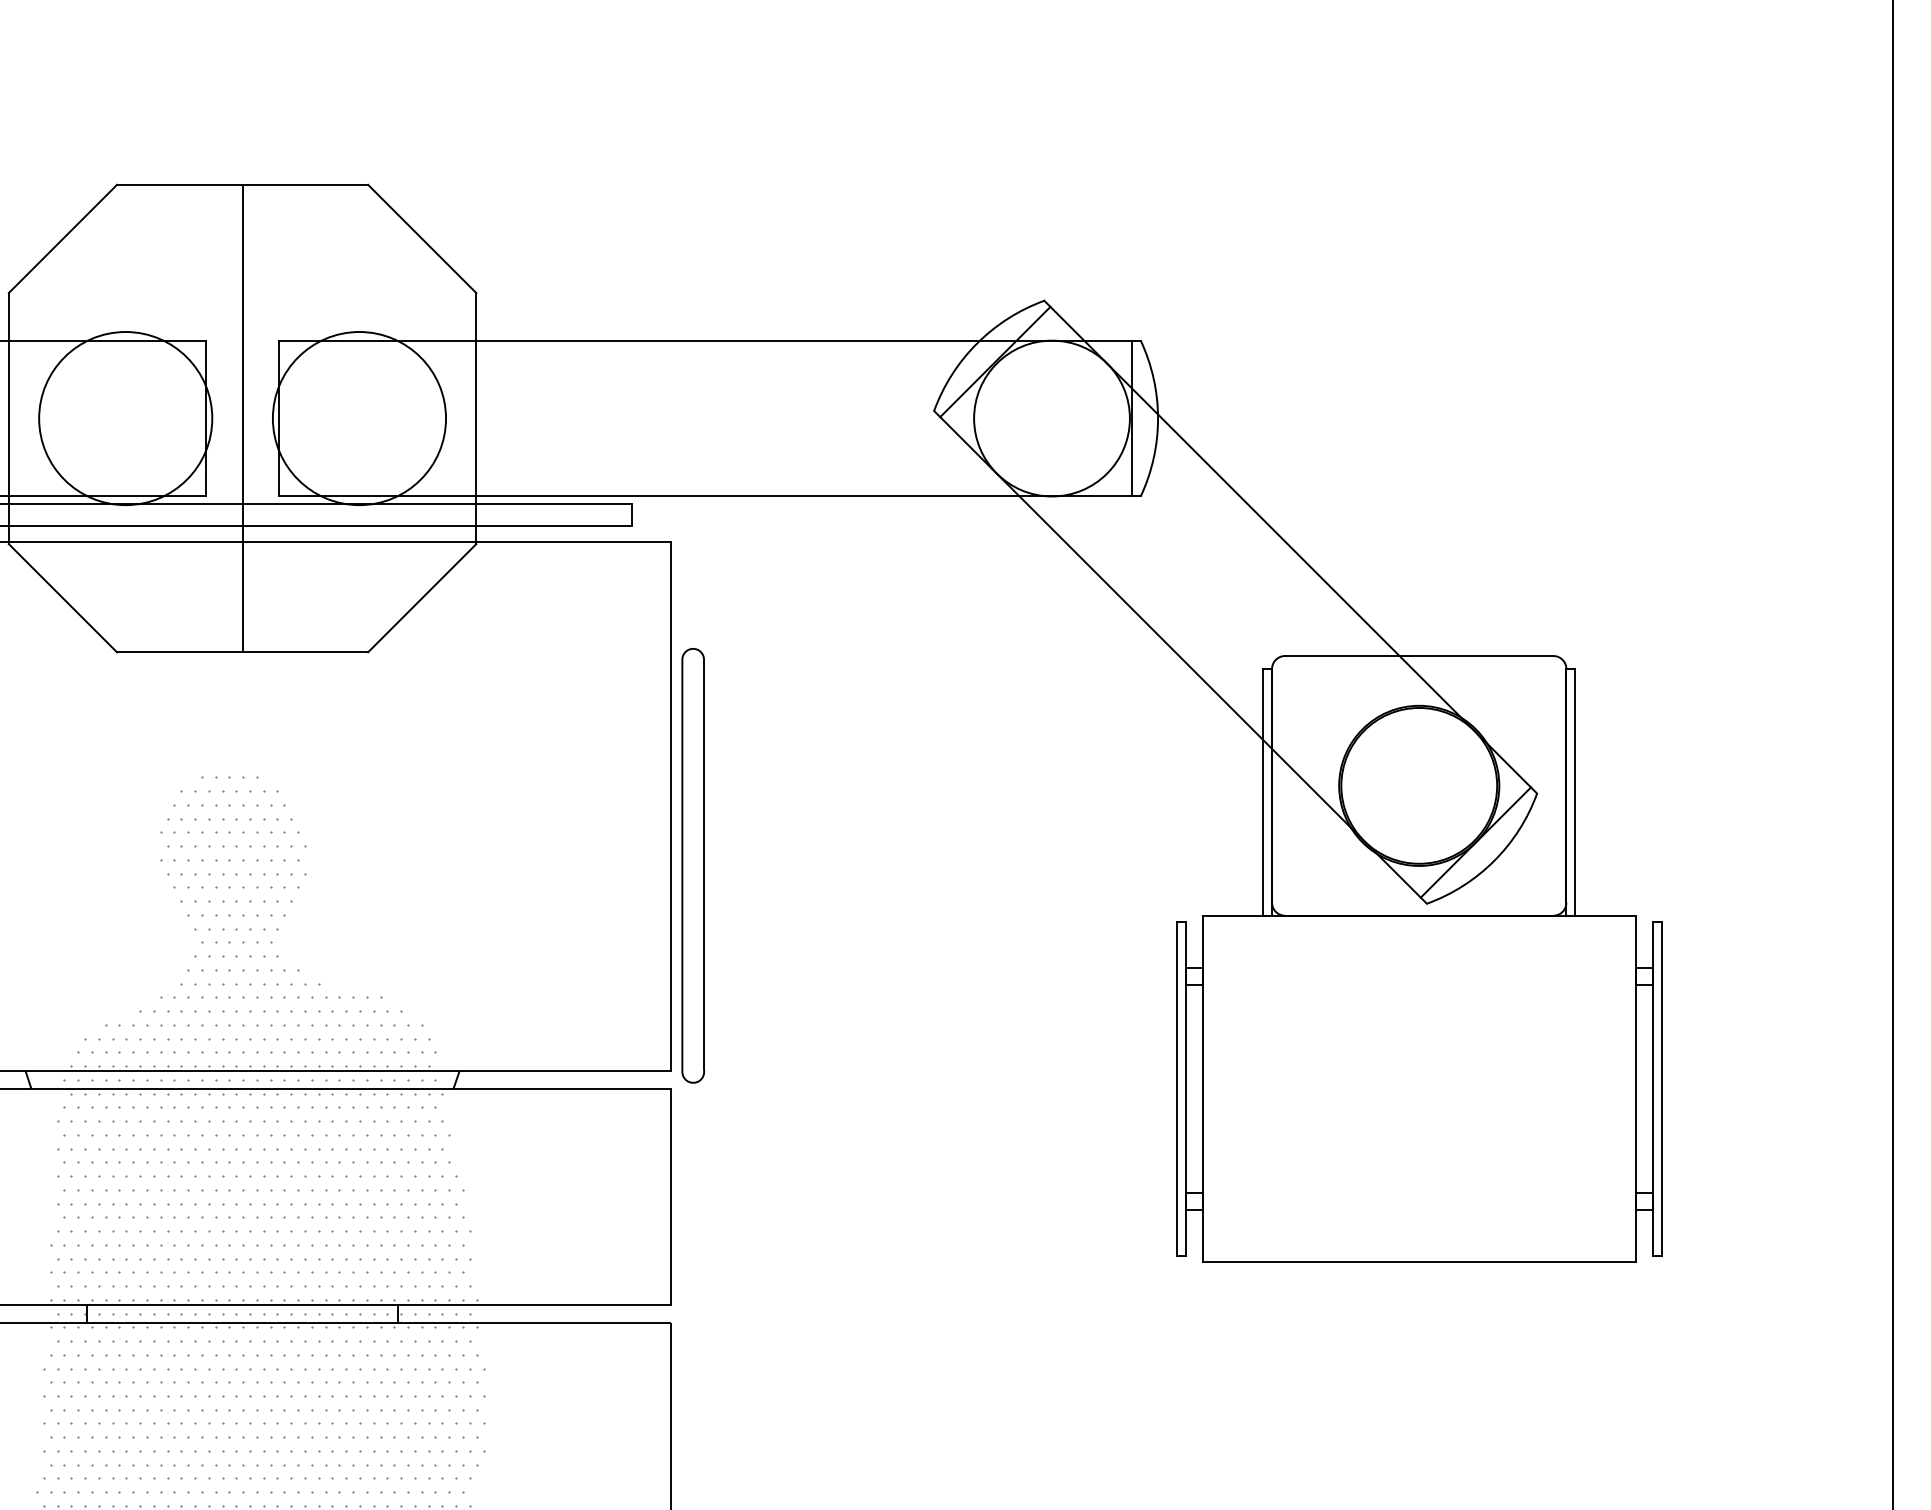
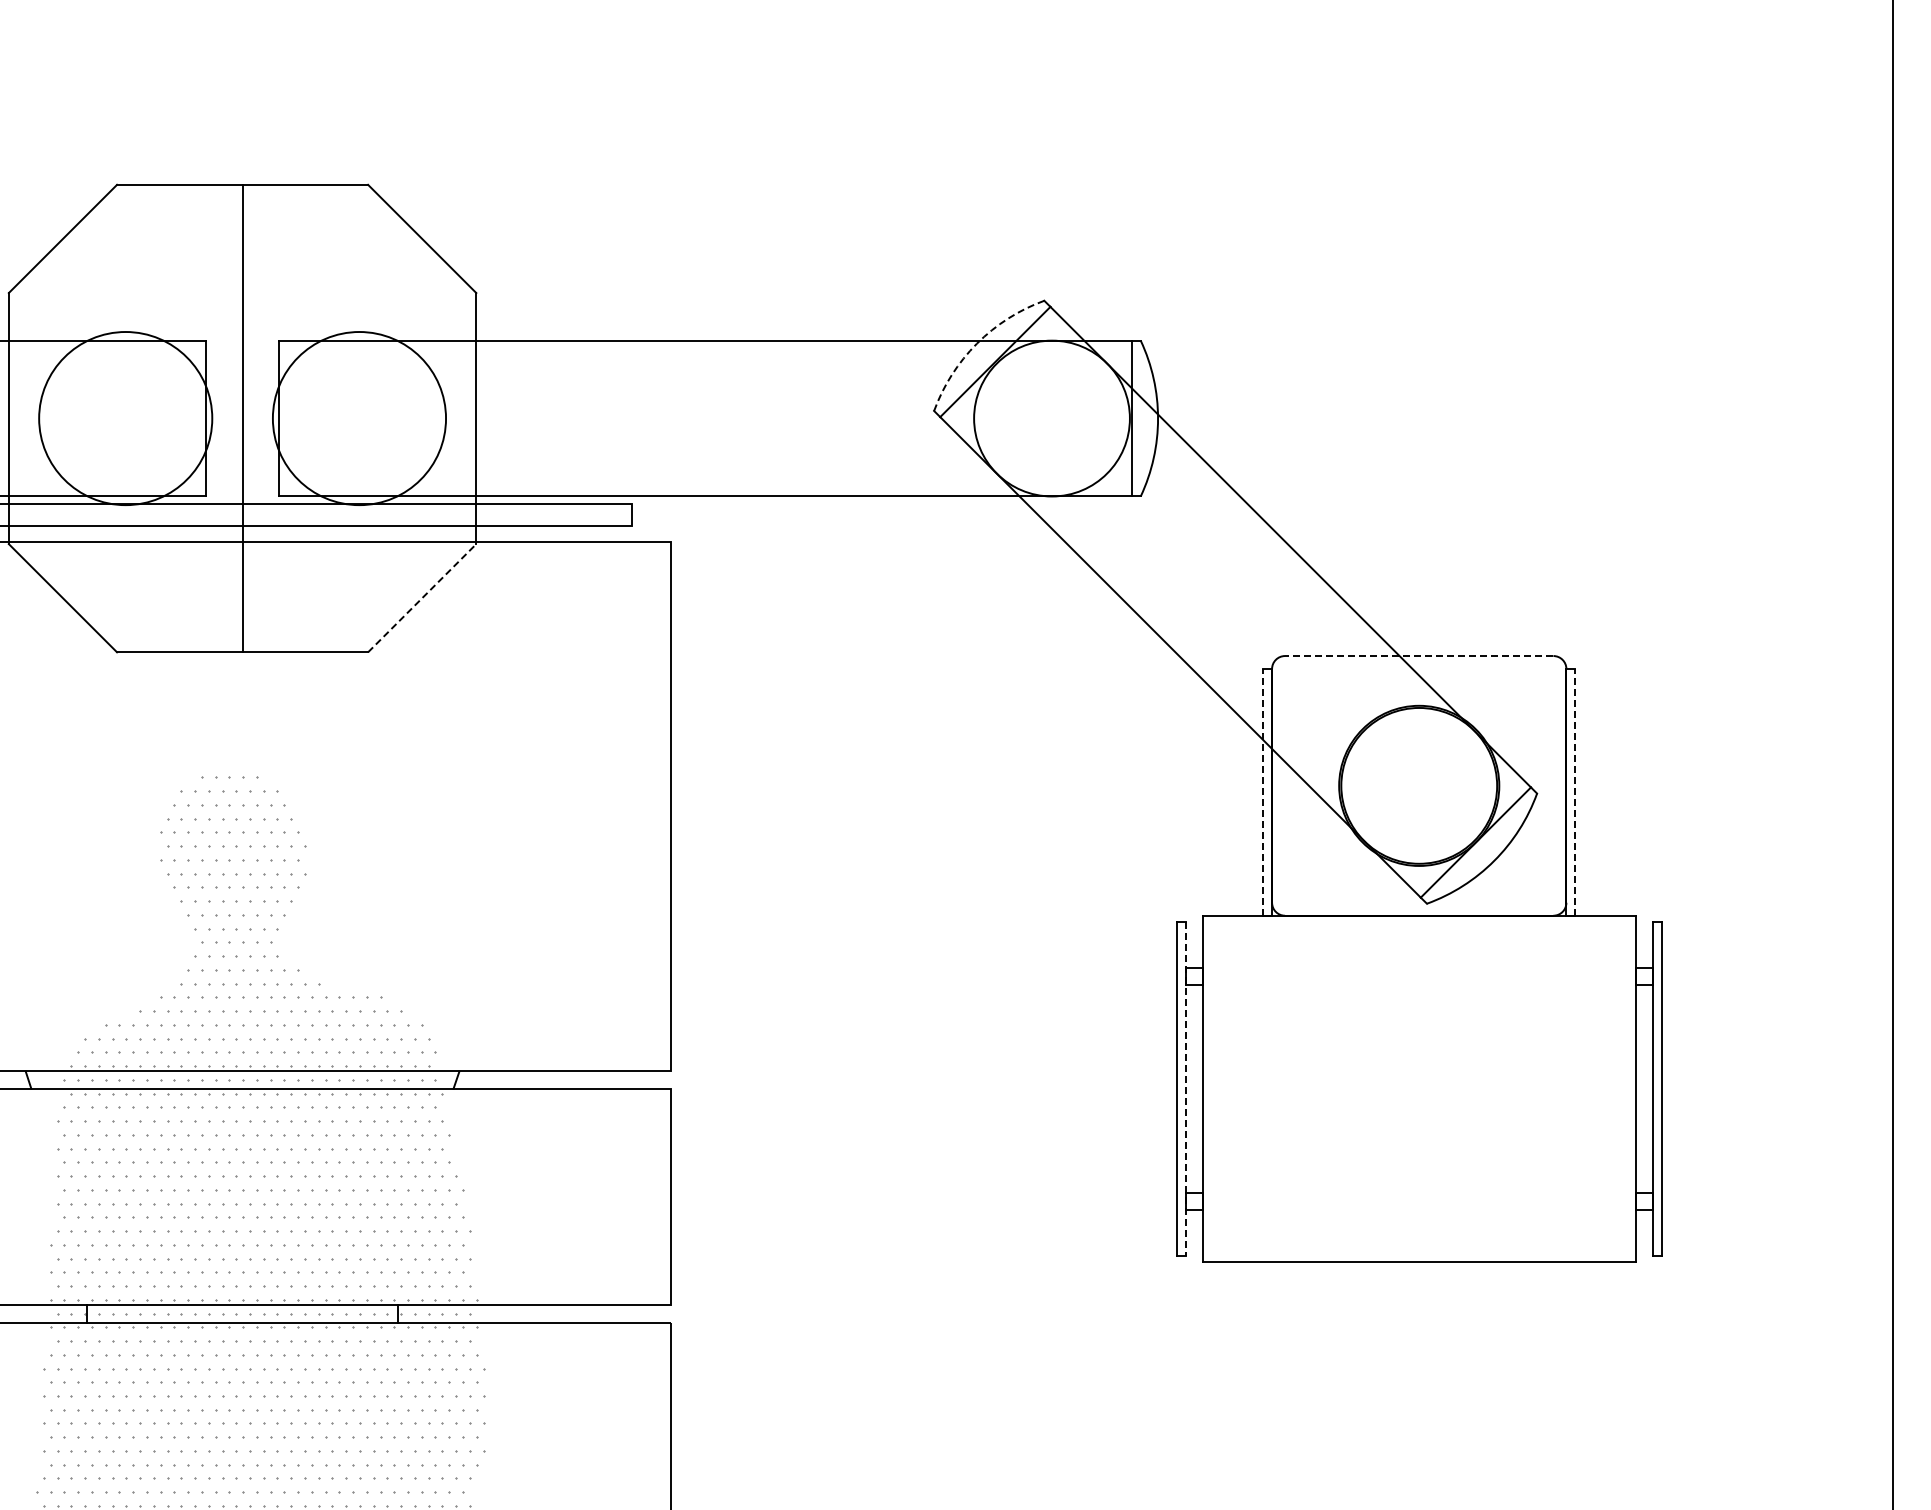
arc at (976, 343): solid -> dashed
line at (422, 598): solid -> dashed
line at (1418, 656): solid -> dashed
line at (1263, 791): solid -> dashed
line at (1575, 791): solid -> dashed
part at (693, 865): present -> none
line at (1185, 1088): solid -> dashed
